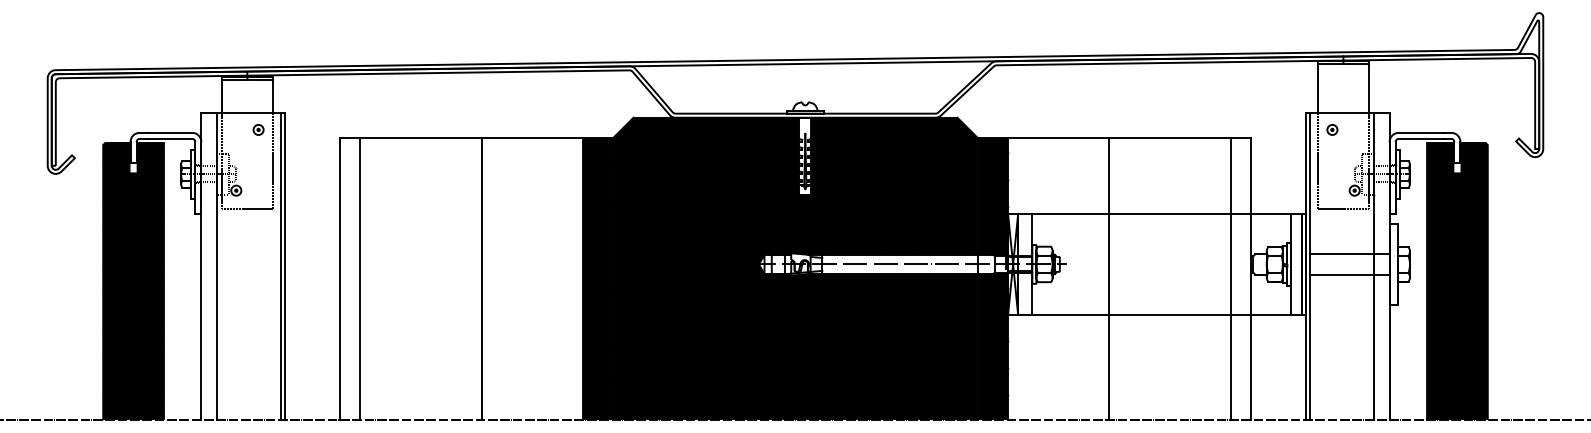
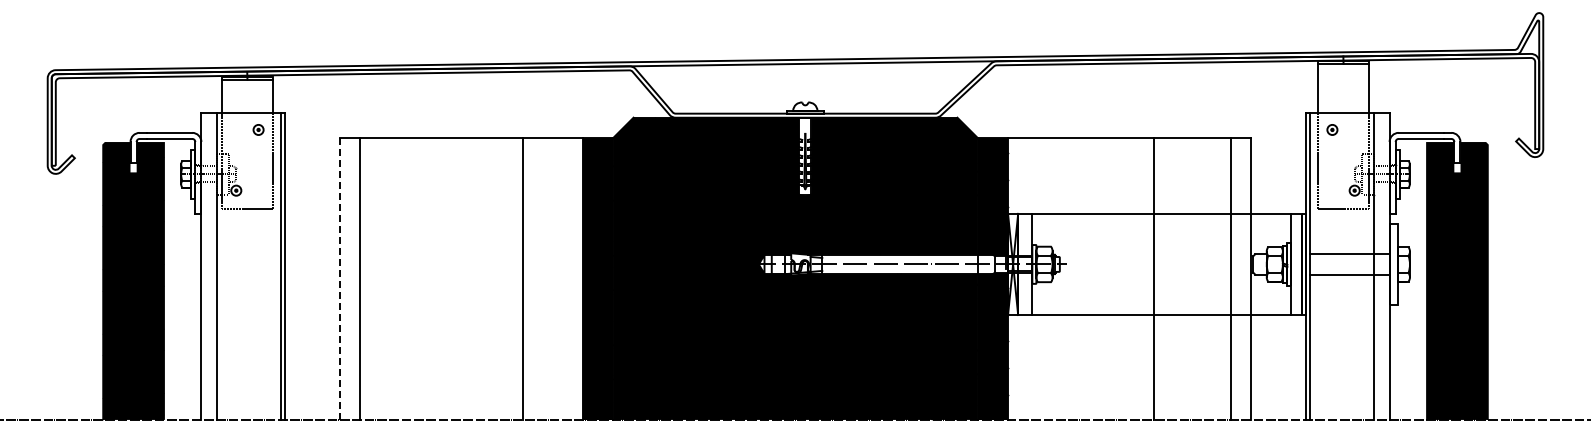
line at (340, 278): solid -> dashed
line at (481, 278) position: (481, 278) -> (522, 278)
line at (1109, 278) position: (1109, 278) -> (1154, 278)
